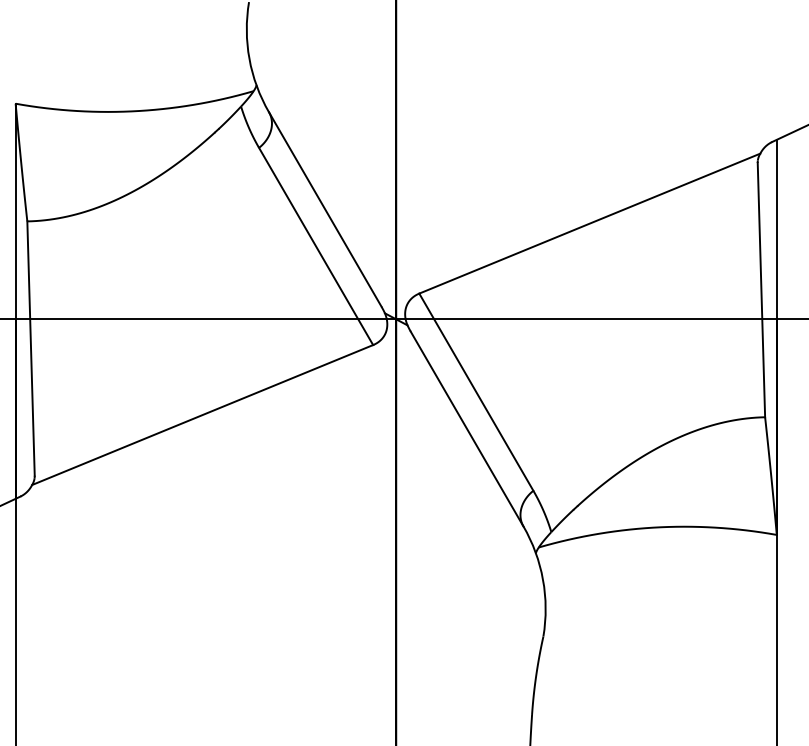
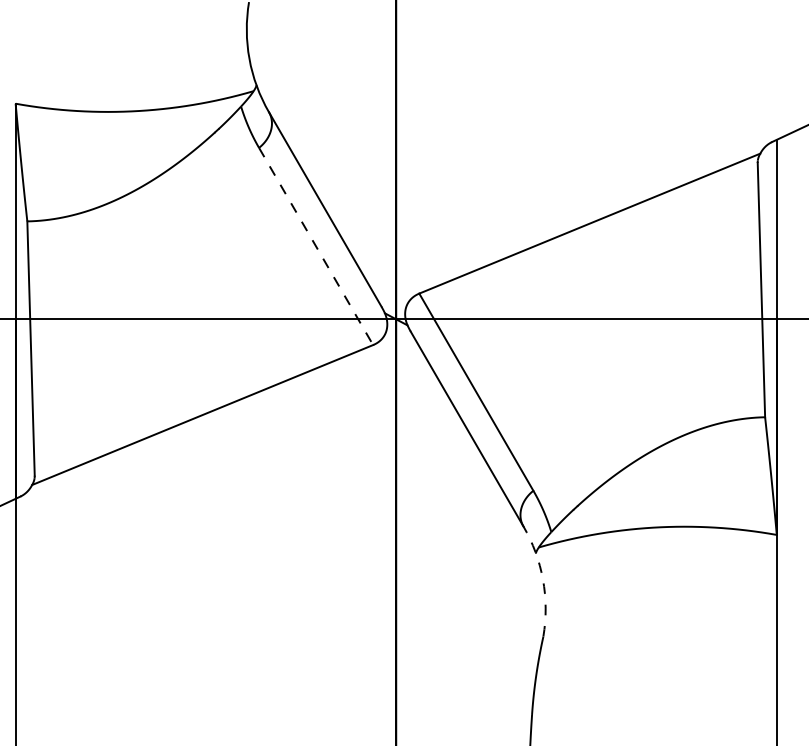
line at (316, 246): solid -> dashed
arc at (543, 579): solid -> dashed
